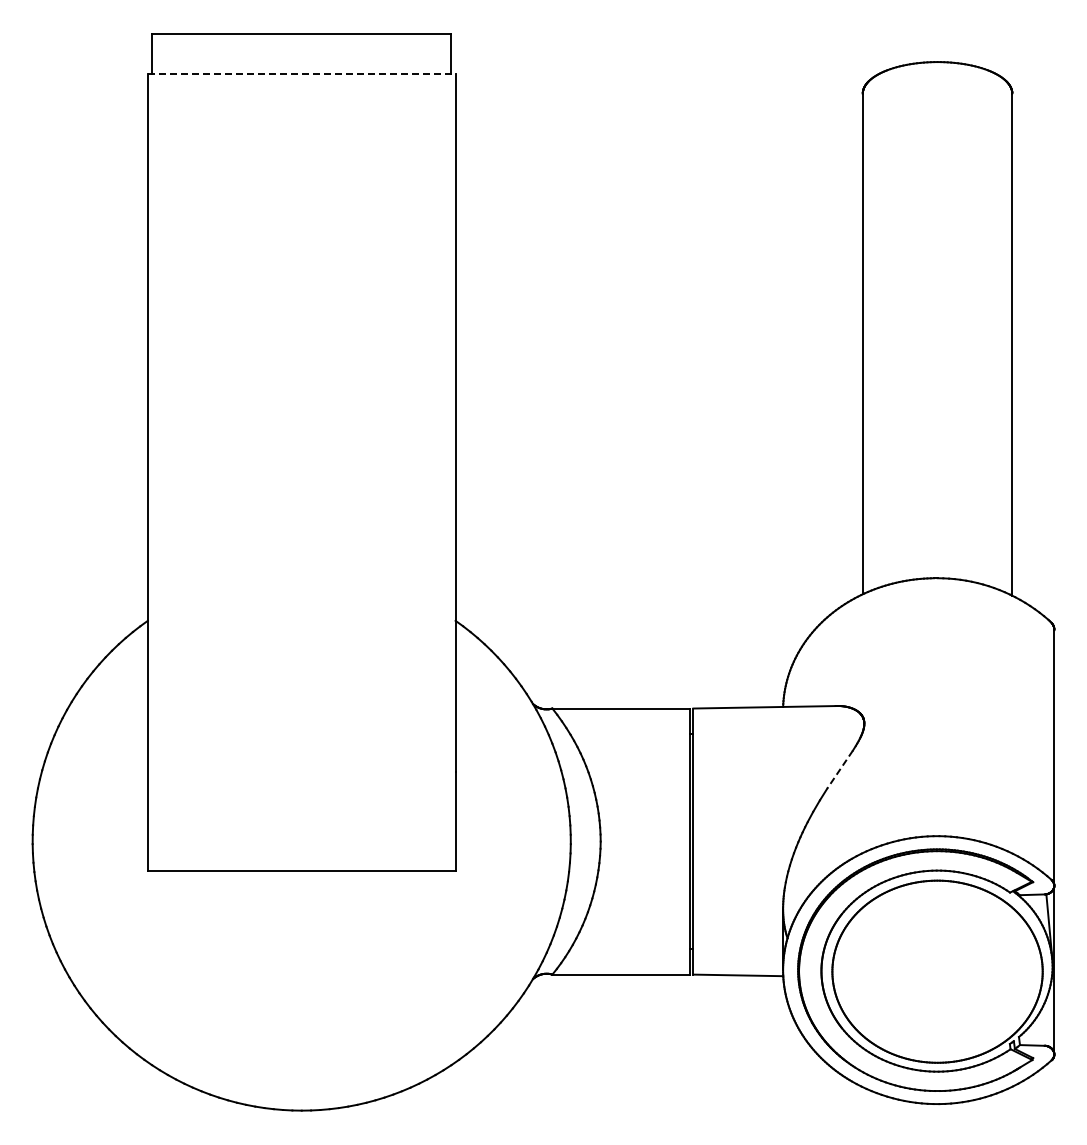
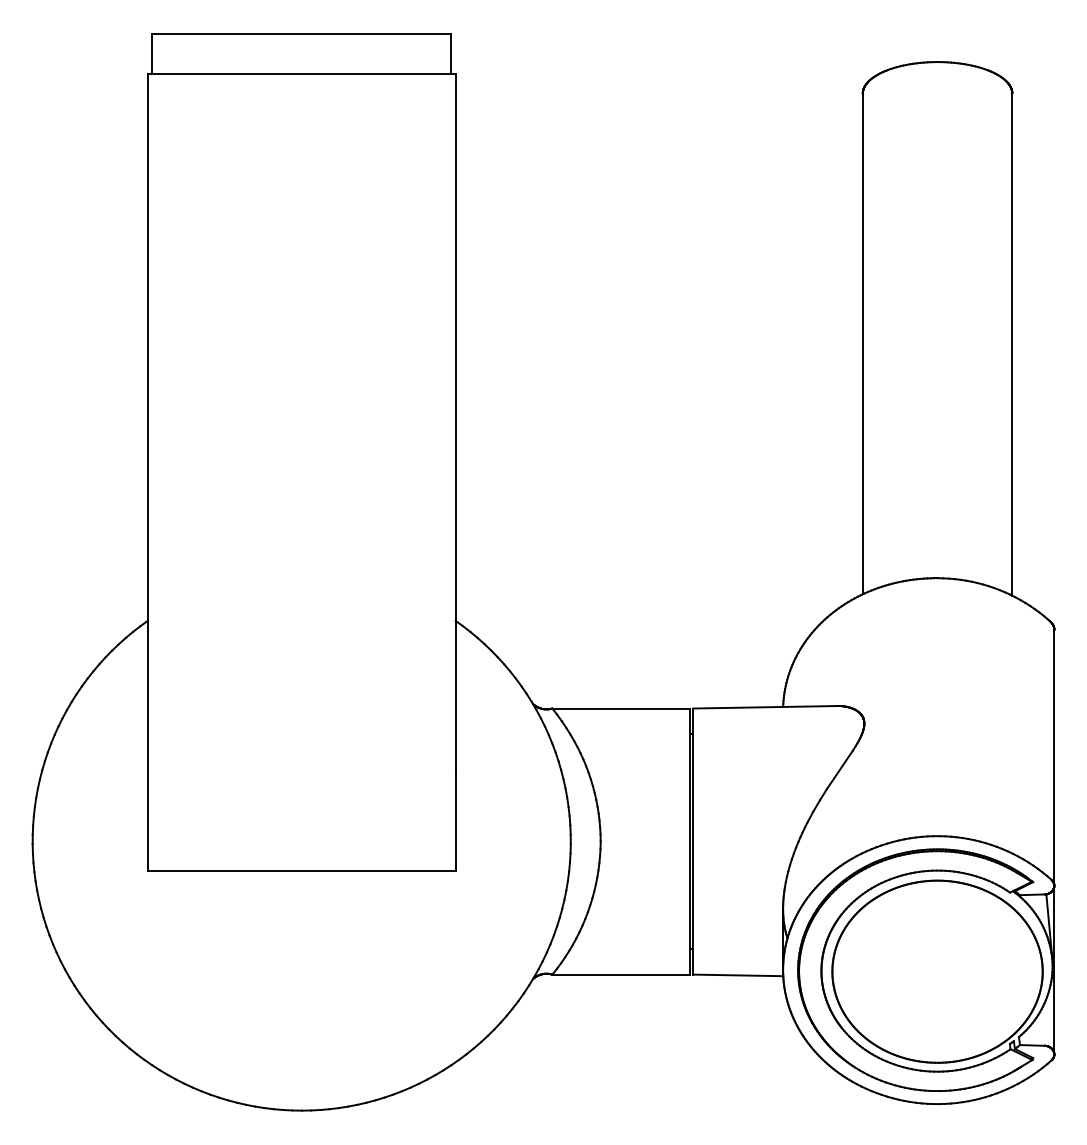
line at (301, 74): dashed -> solid
line at (840, 769): dashed -> solid
